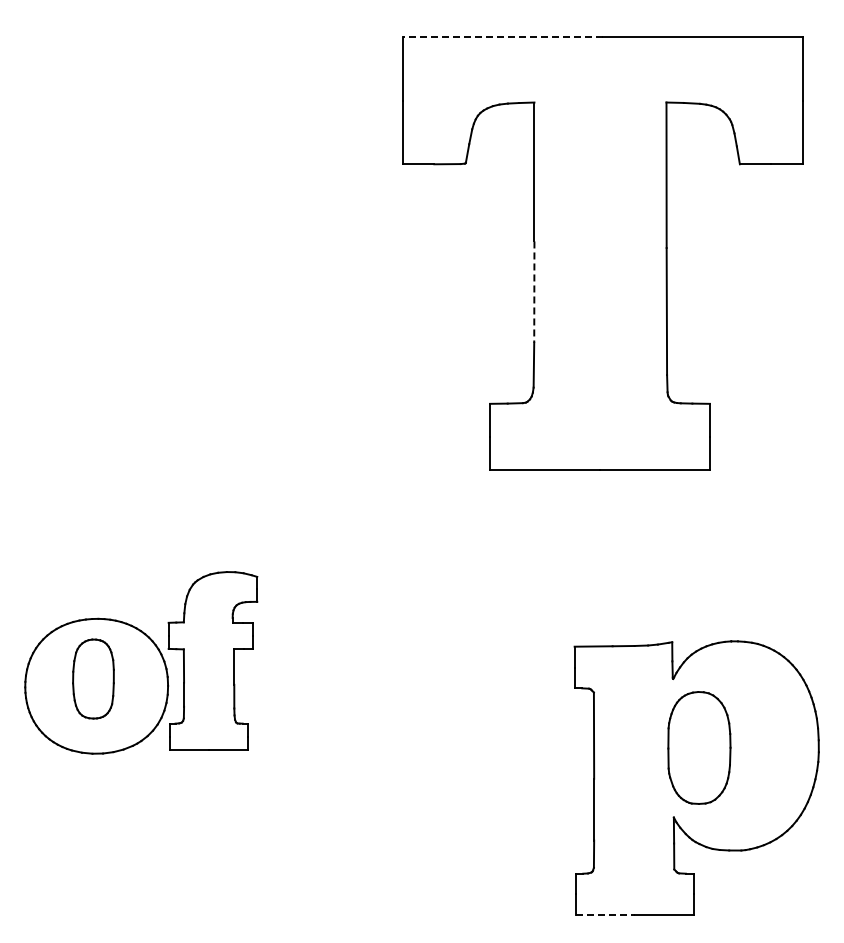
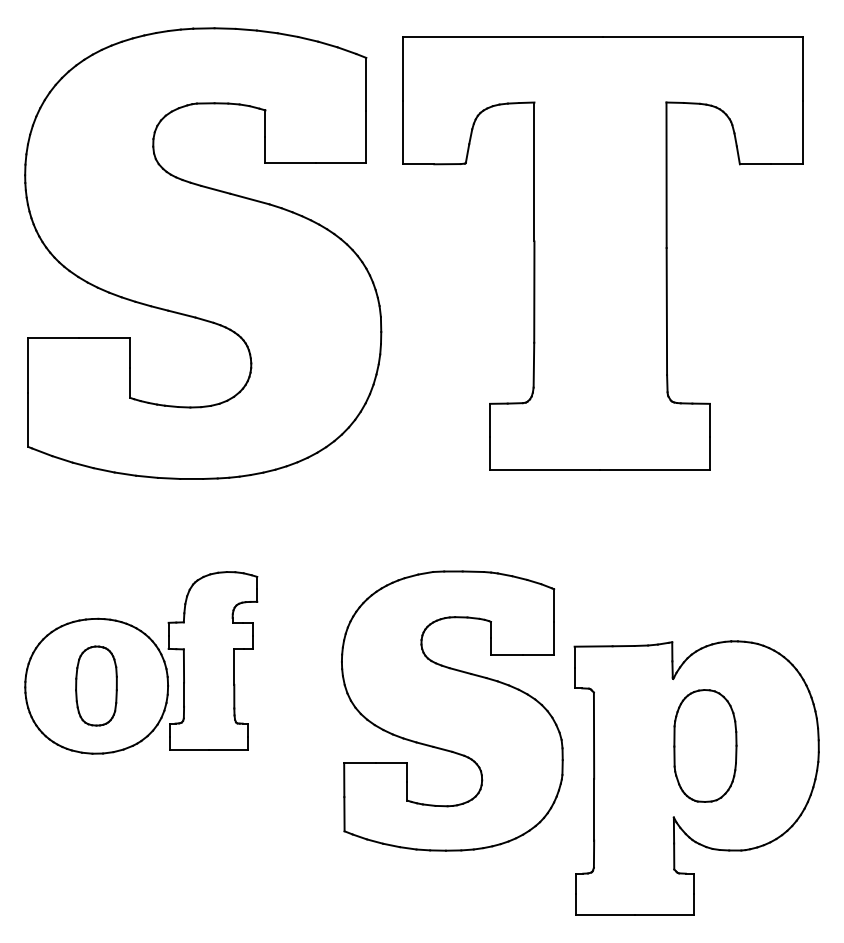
line at (503, 37): dashed -> solid
part at (203, 253): none -> present
line at (534, 292): dashed -> solid
part at (93, 678) position: (93, 678) -> (96, 685)
part at (452, 710): none -> present
part at (699, 747) position: (699, 747) -> (705, 745)
line at (606, 914): dashed -> solid
